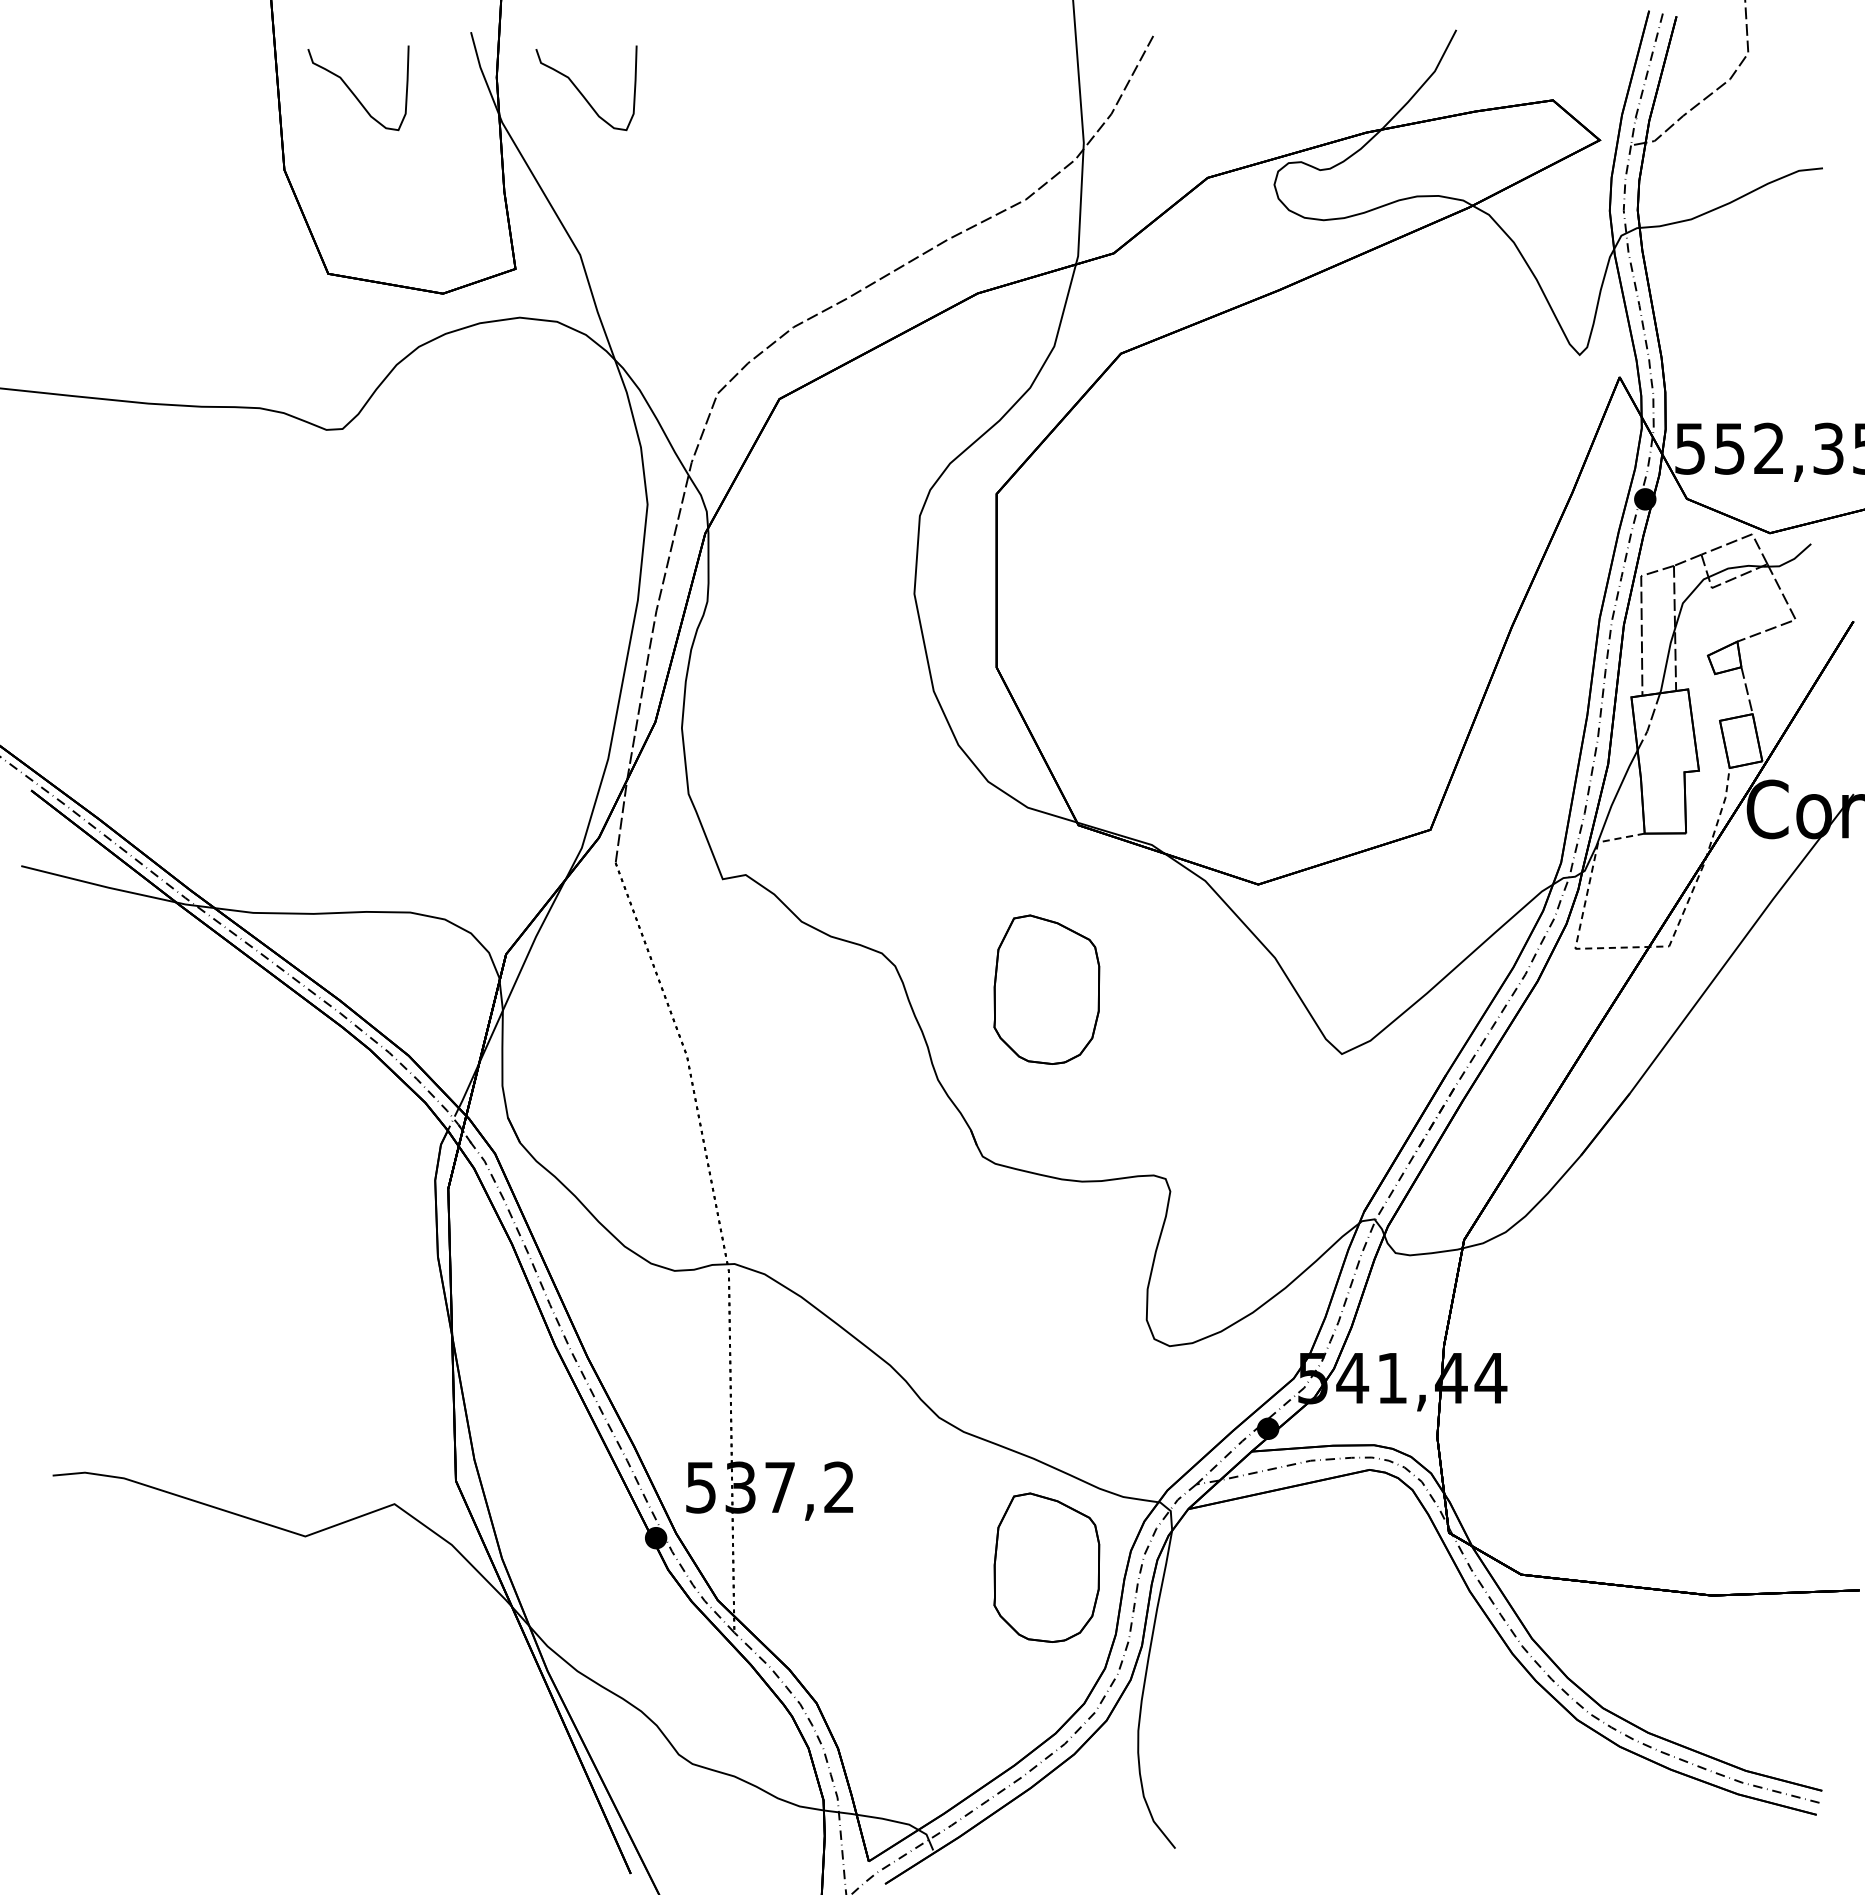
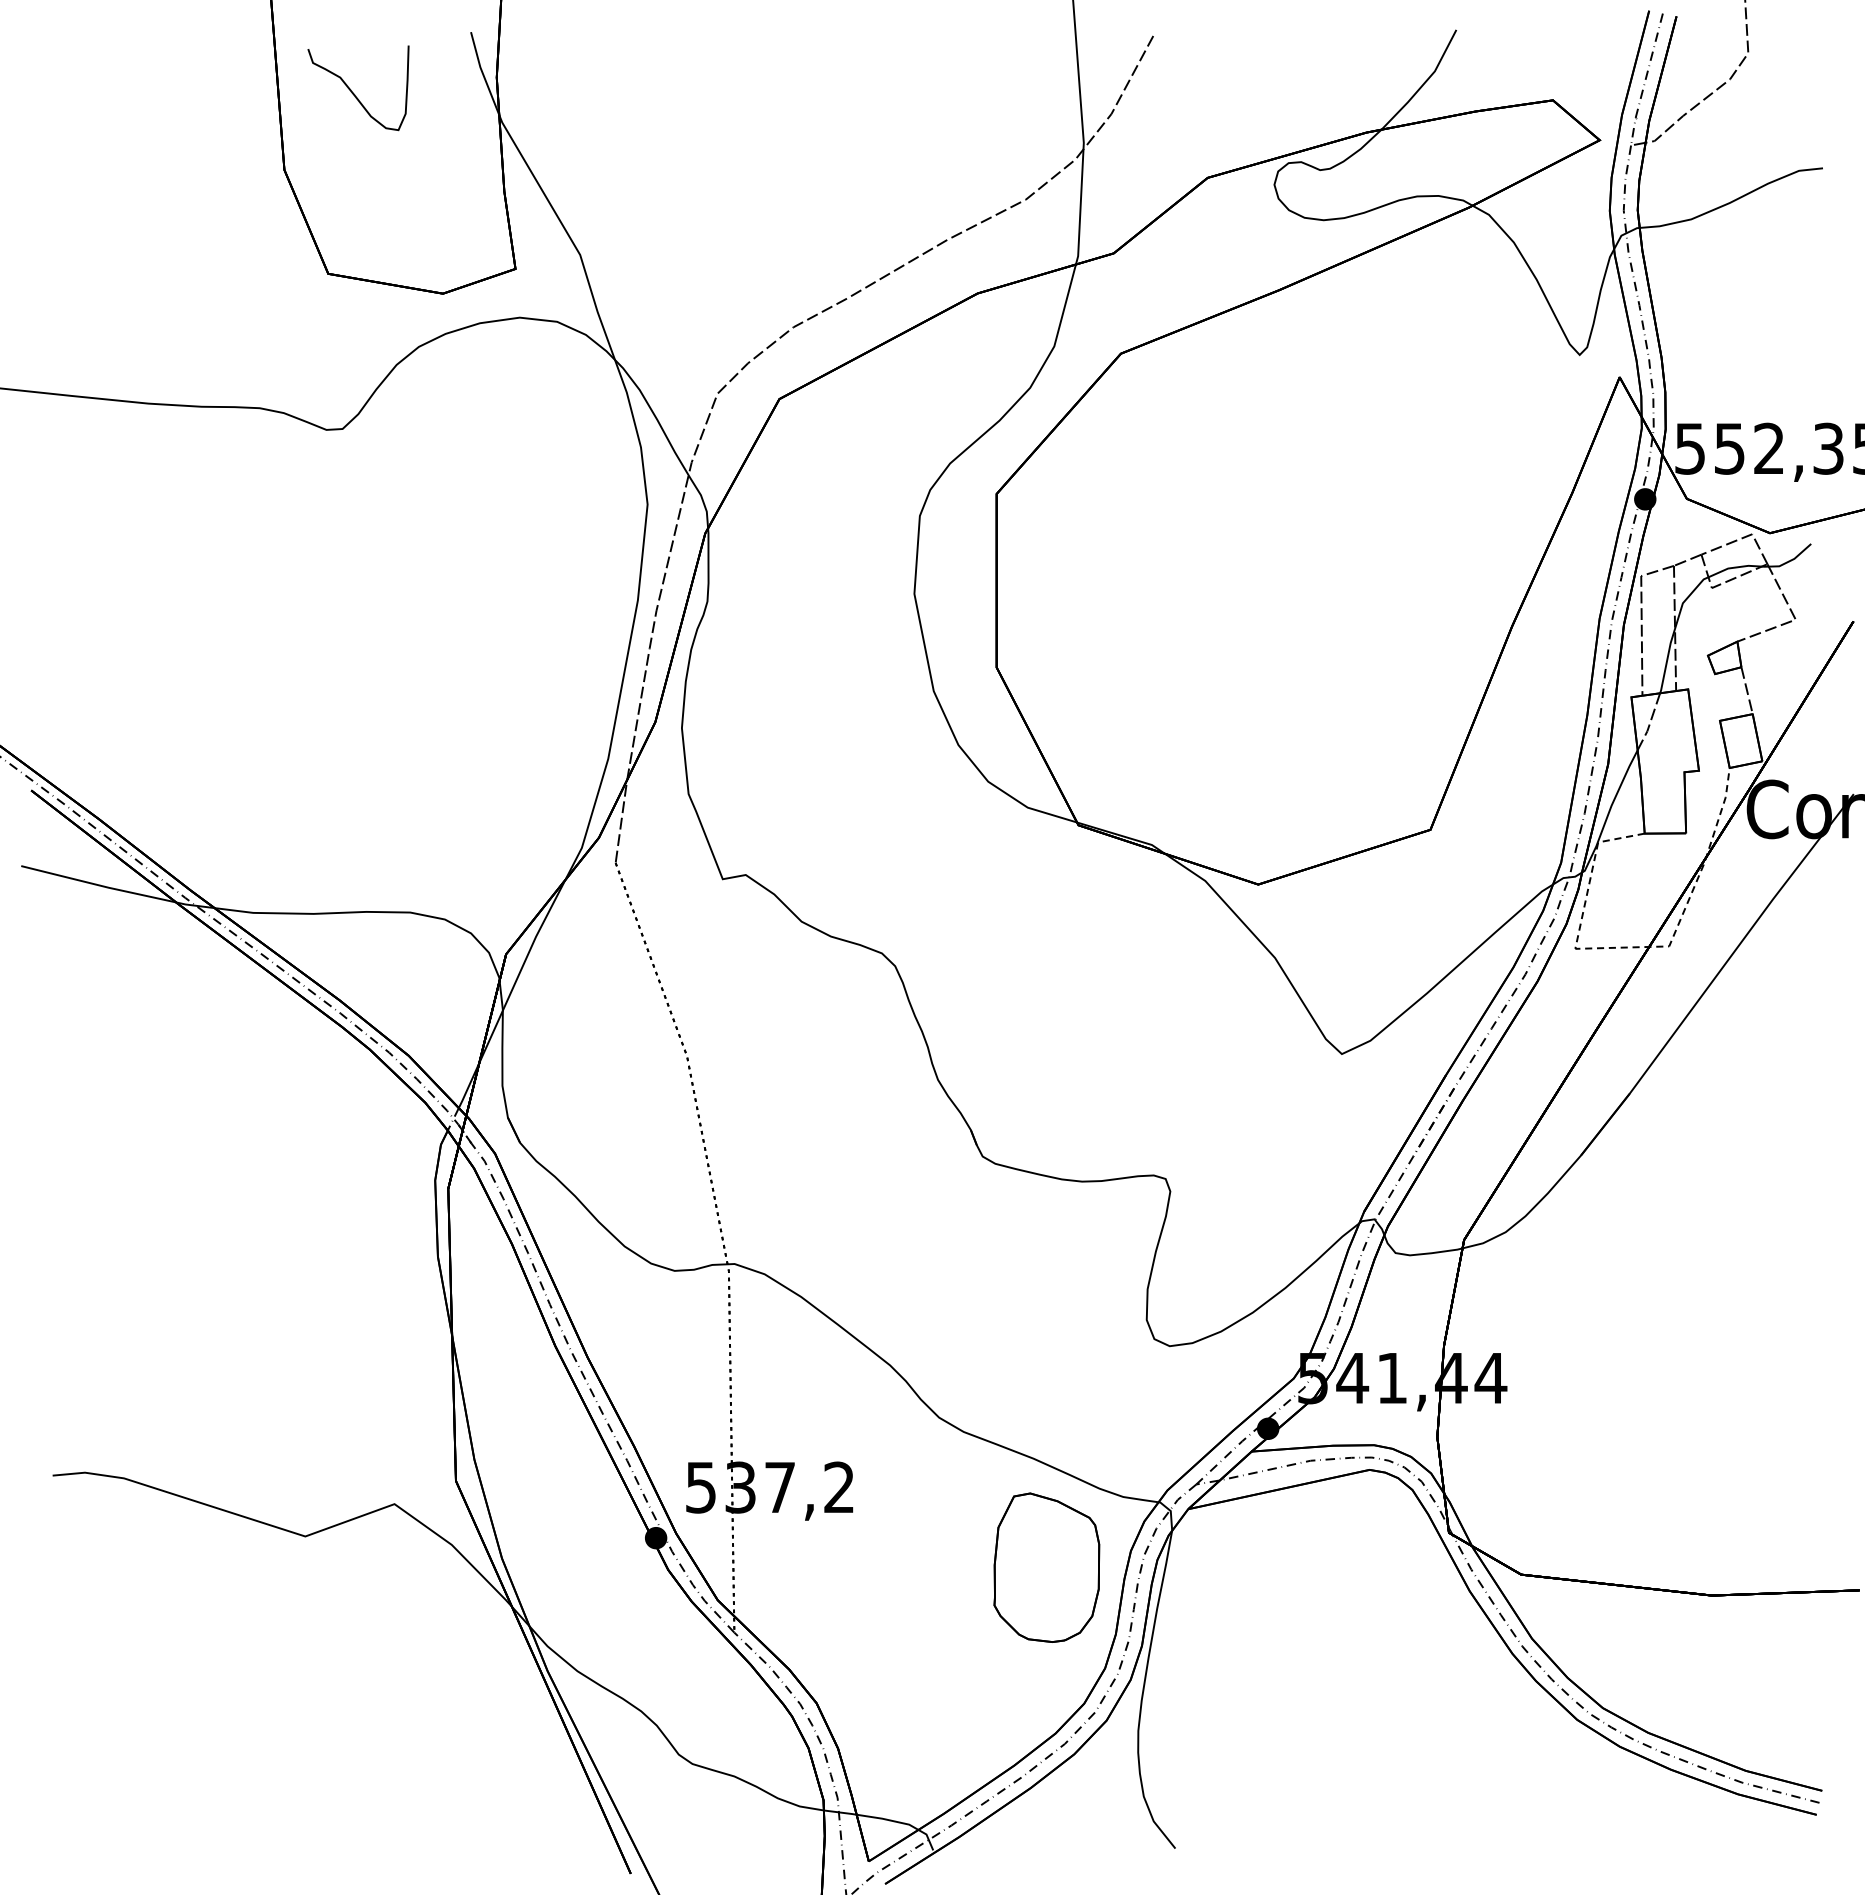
curve at (581, 92): present -> none
part at (1046, 989): present -> none
